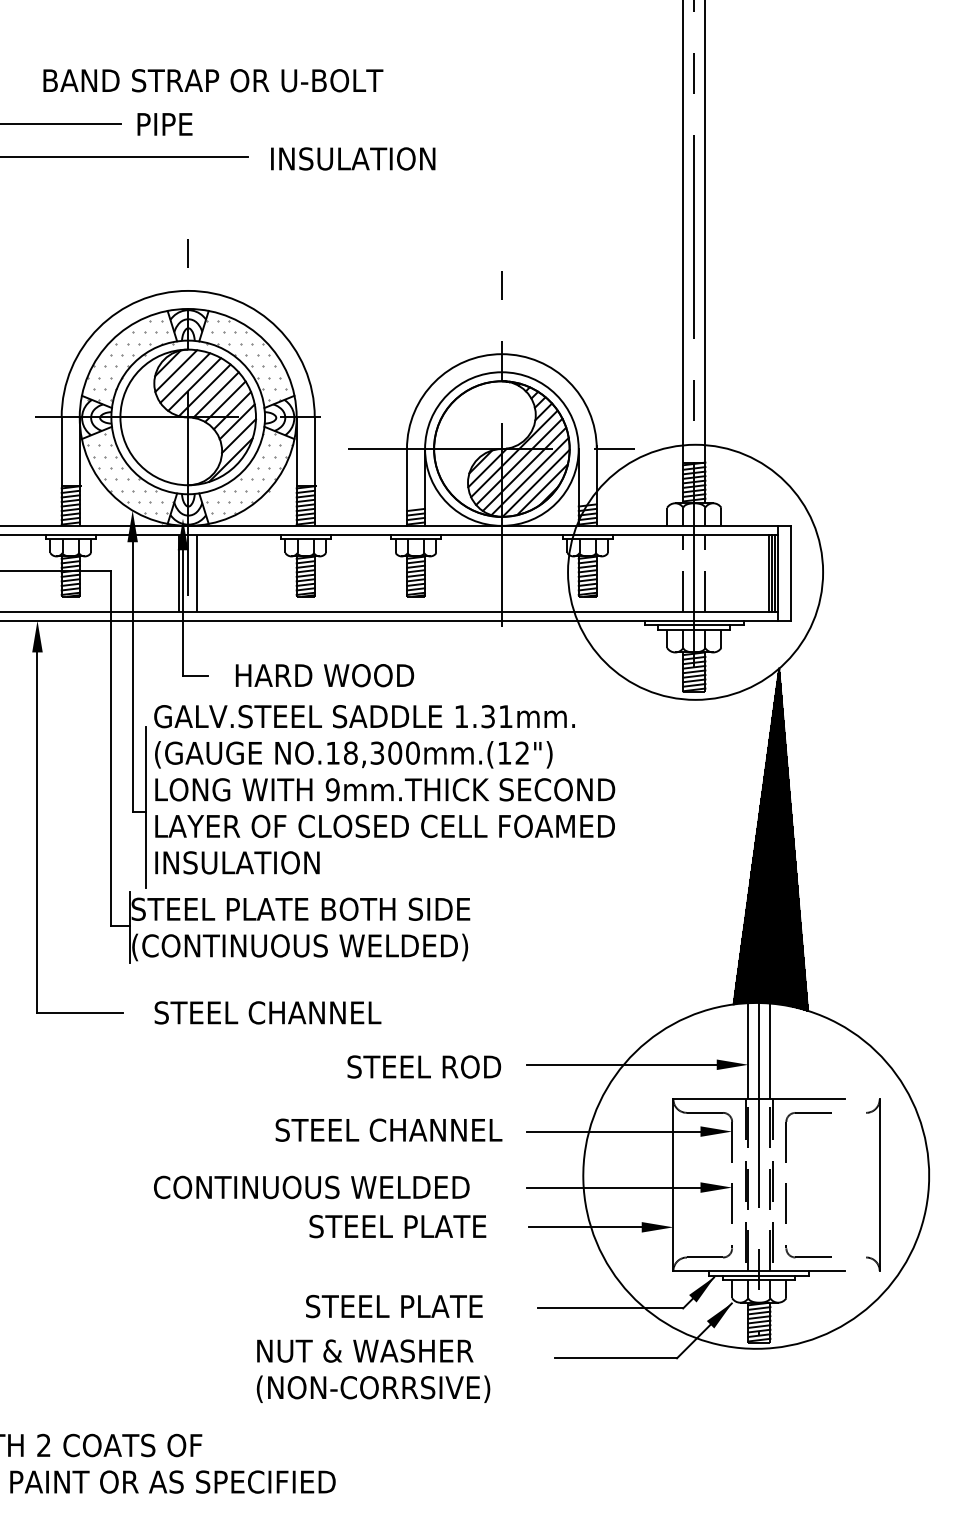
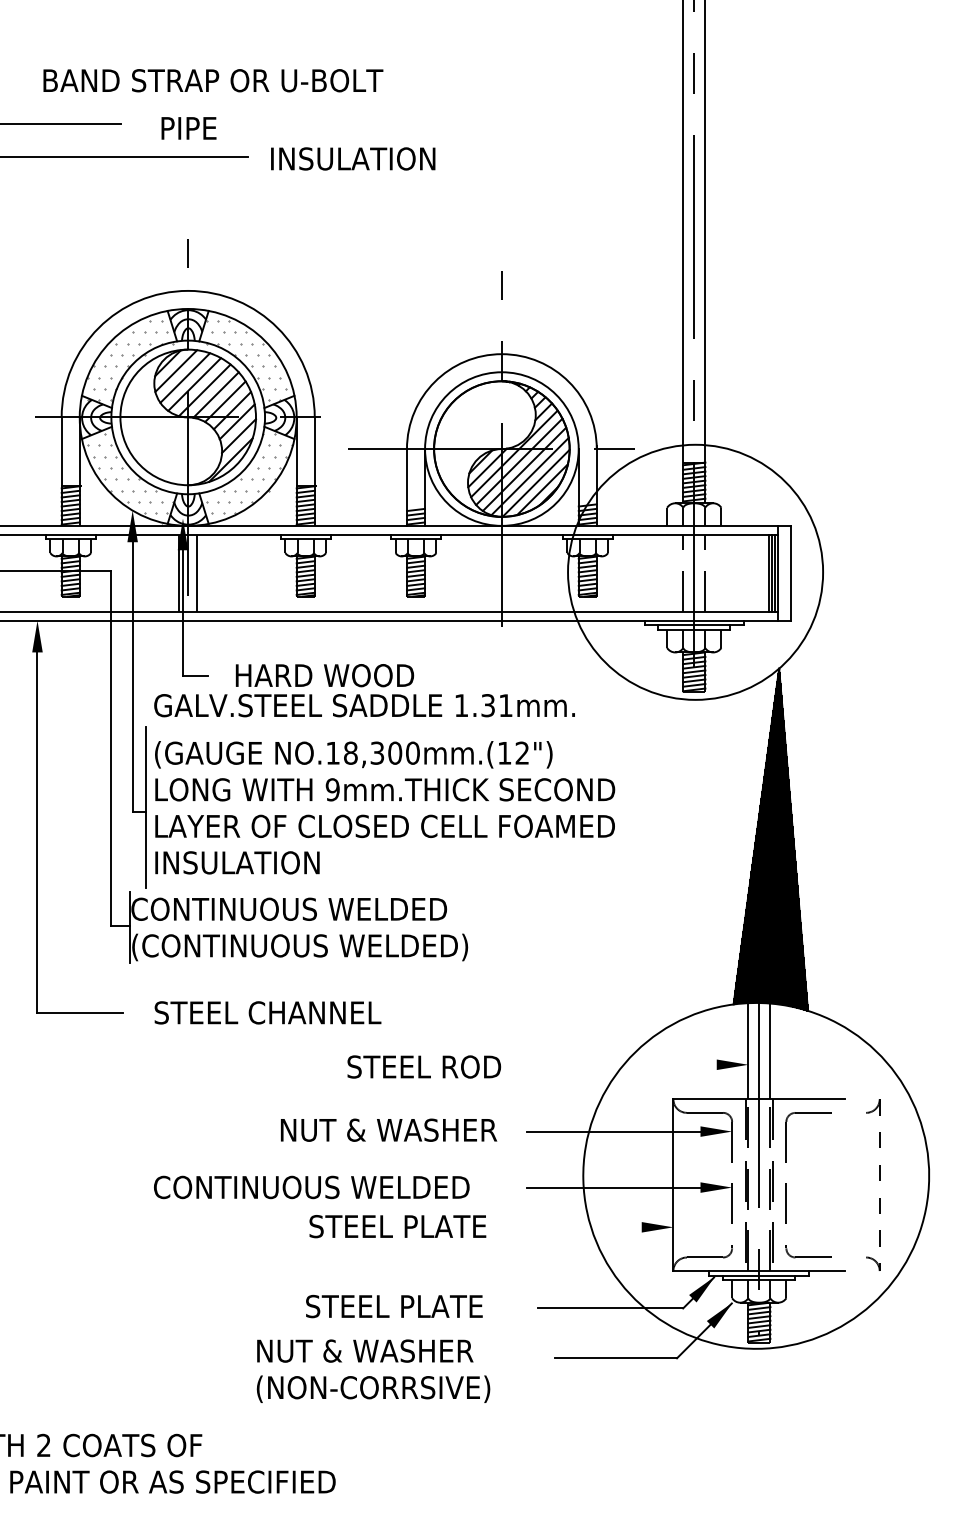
text at (164, 124) position: (164, 124) -> (188, 128)
text at (364, 716) position: (364, 716) -> (364, 705)
text at (300, 908): STEEL PLATE BOTH SIDE -> CONTINUOUS WELDED
line at (621, 1064): present -> none
text at (388, 1129): STEEL CHANNEL -> NUT & WASHER
line at (879, 1185): solid -> dashed
line at (584, 1227): present -> none
